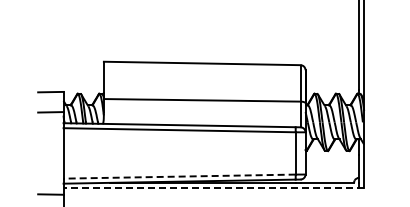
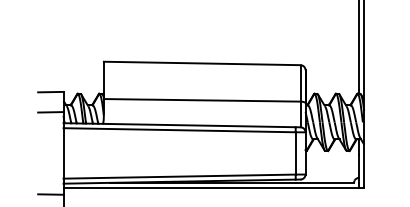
line at (179, 176): dashed -> solid
line at (213, 187): dashed -> solid
